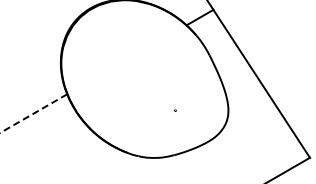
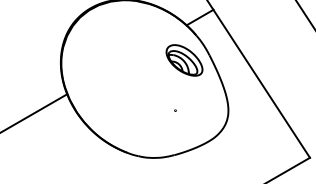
line at (304, 14): none -> present
part at (184, 60): none -> present
line at (33, 113): dashed -> solid
